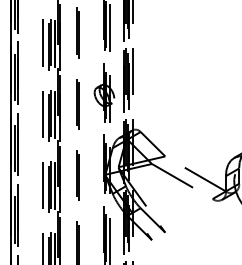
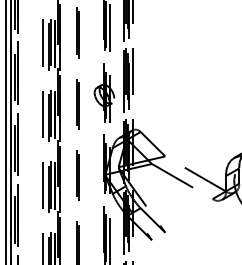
line at (5, 131): none -> present
